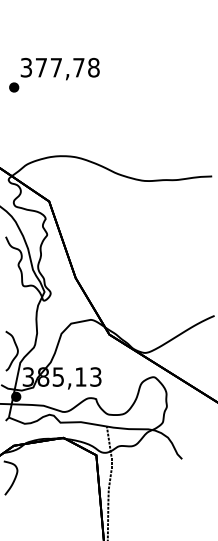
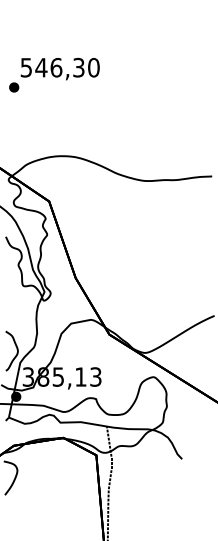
text at (60, 67): 377,78 -> 546,30
